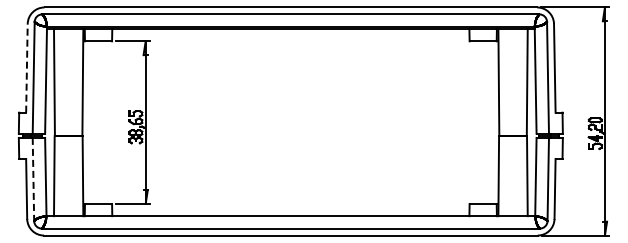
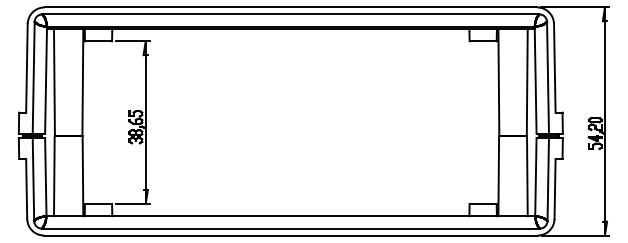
line at (26, 67): dashed -> solid
line at (33, 179): dashed -> solid
